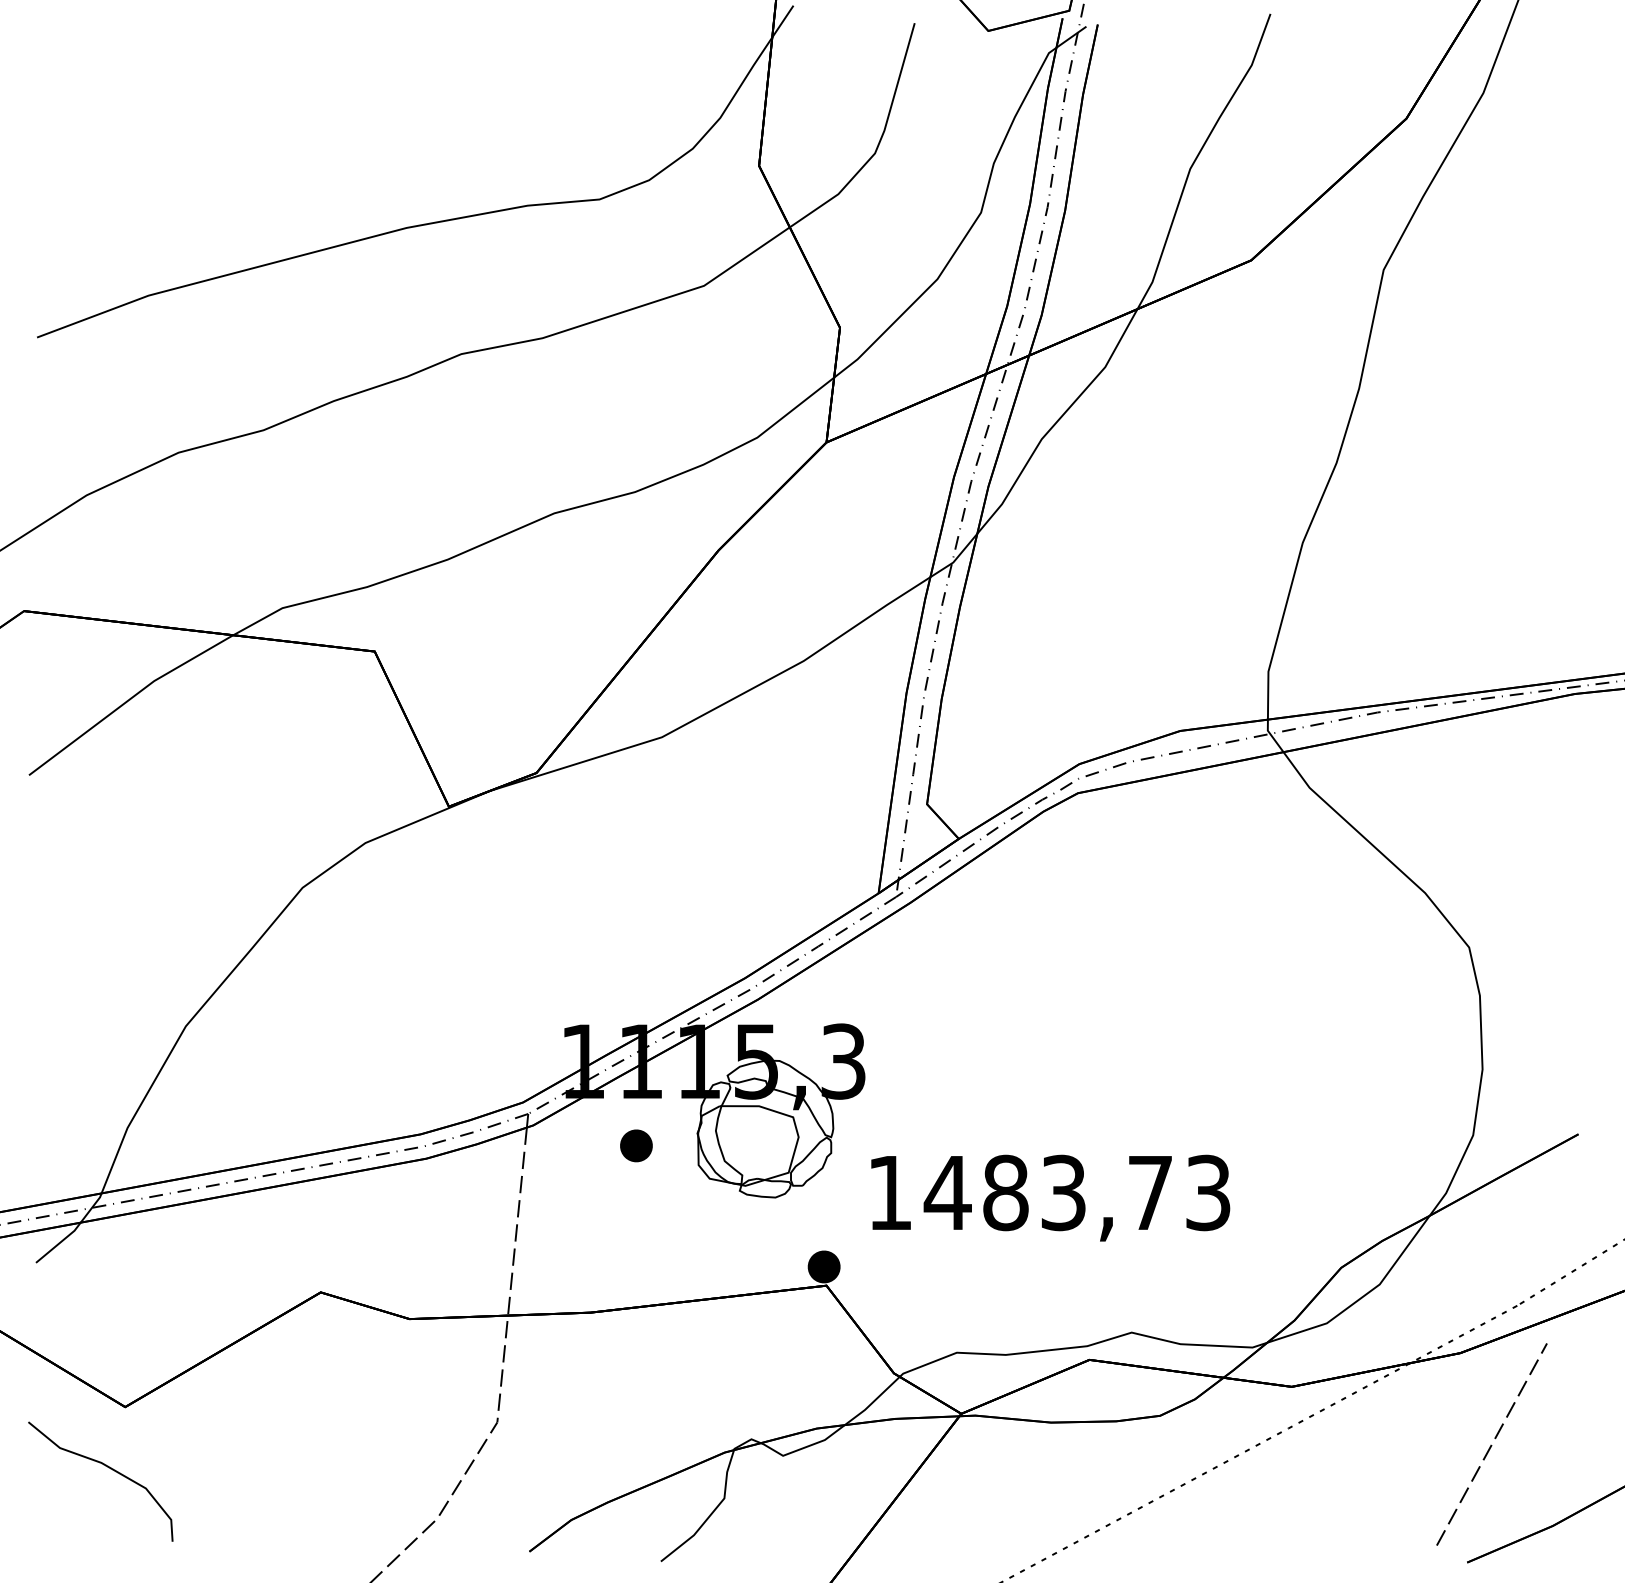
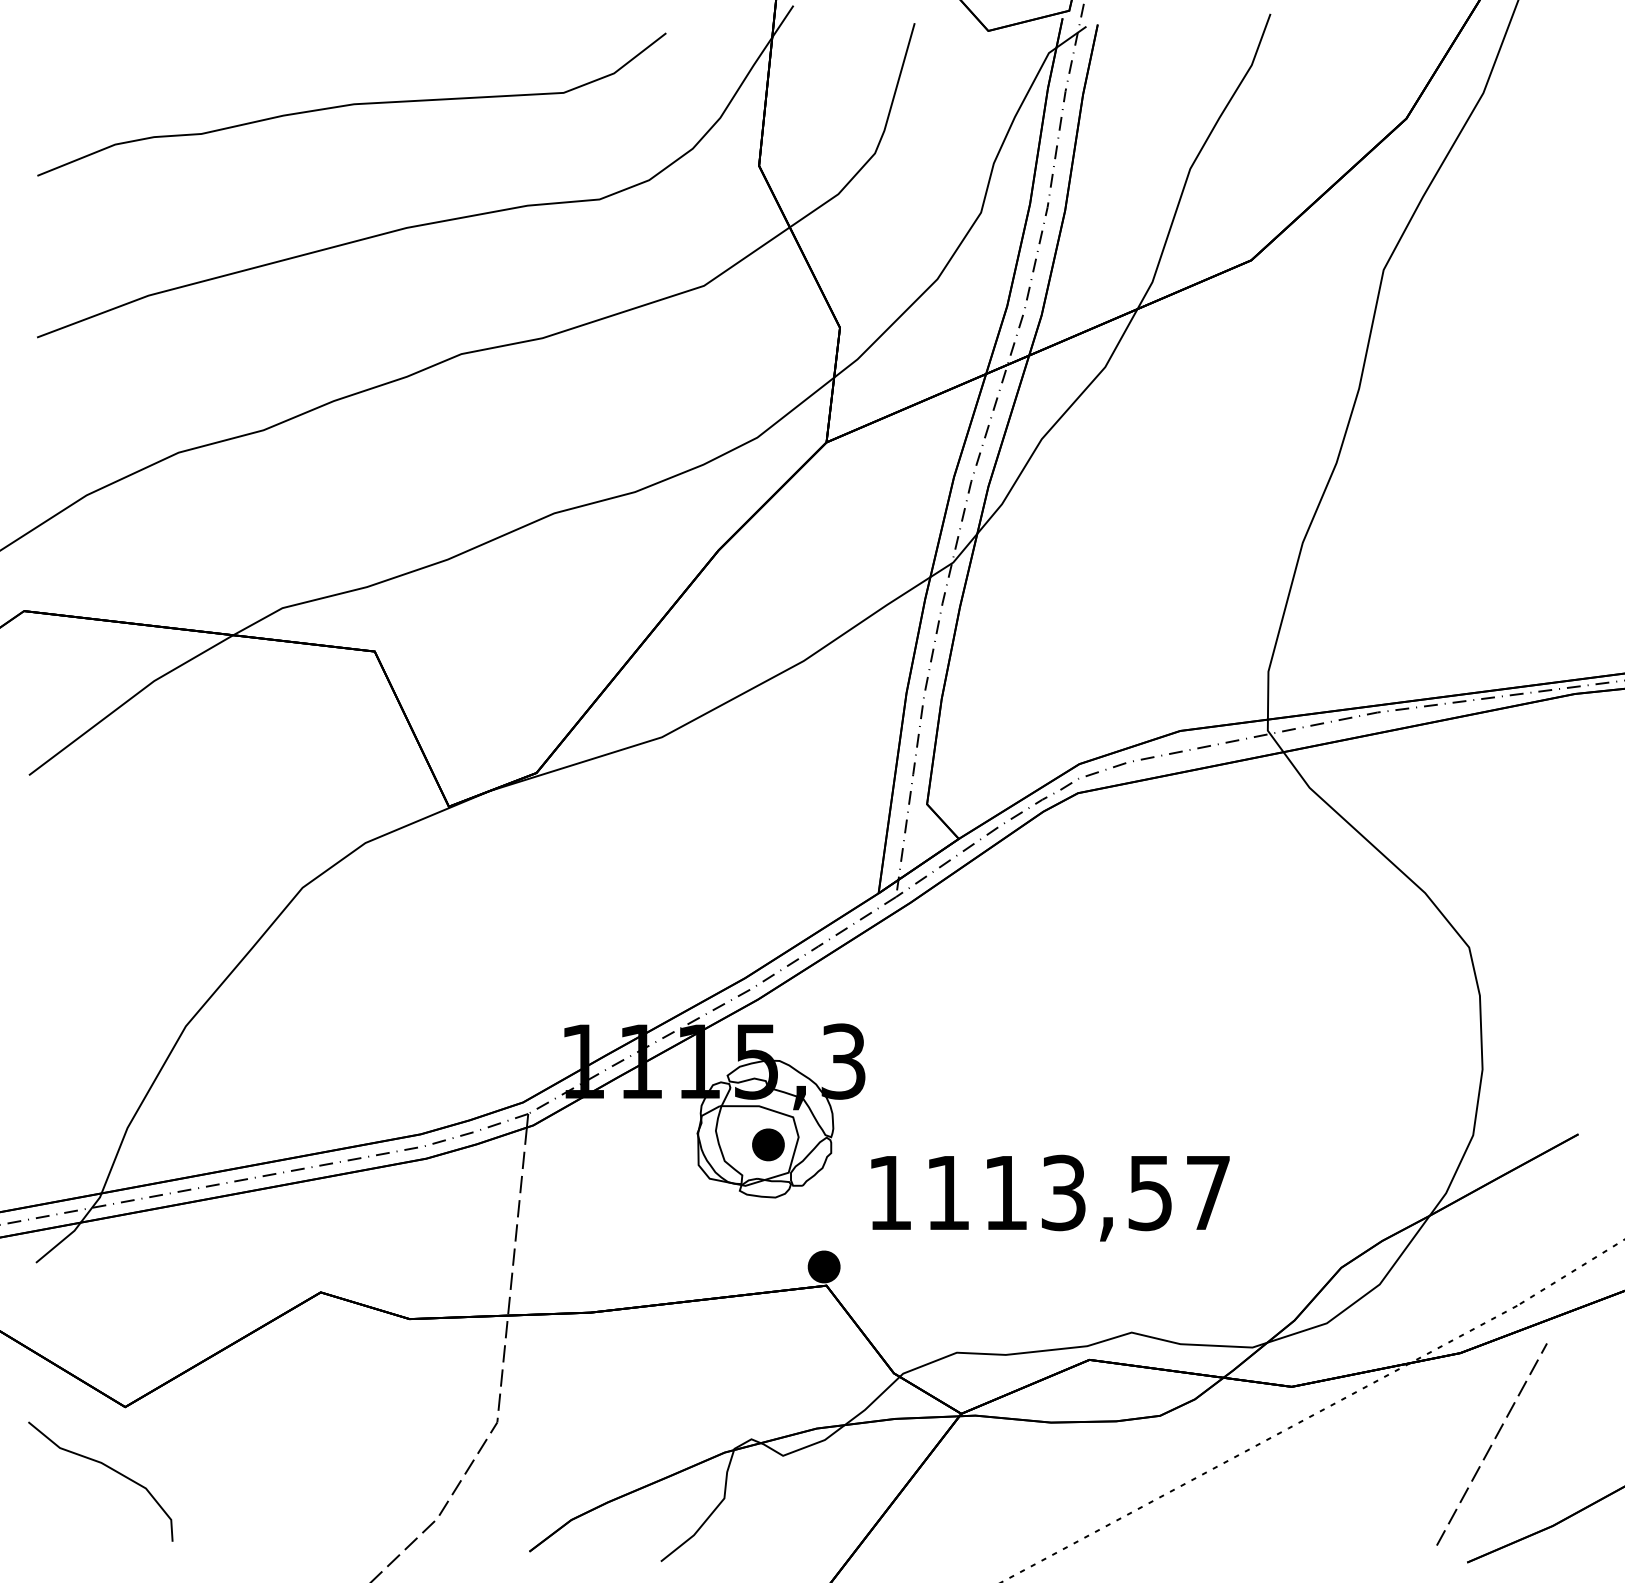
curve at (351, 104): none -> present
part at (636, 1145) position: (636, 1145) -> (768, 1144)
text at (1076, 1192): 1483,73 -> 1113,57
